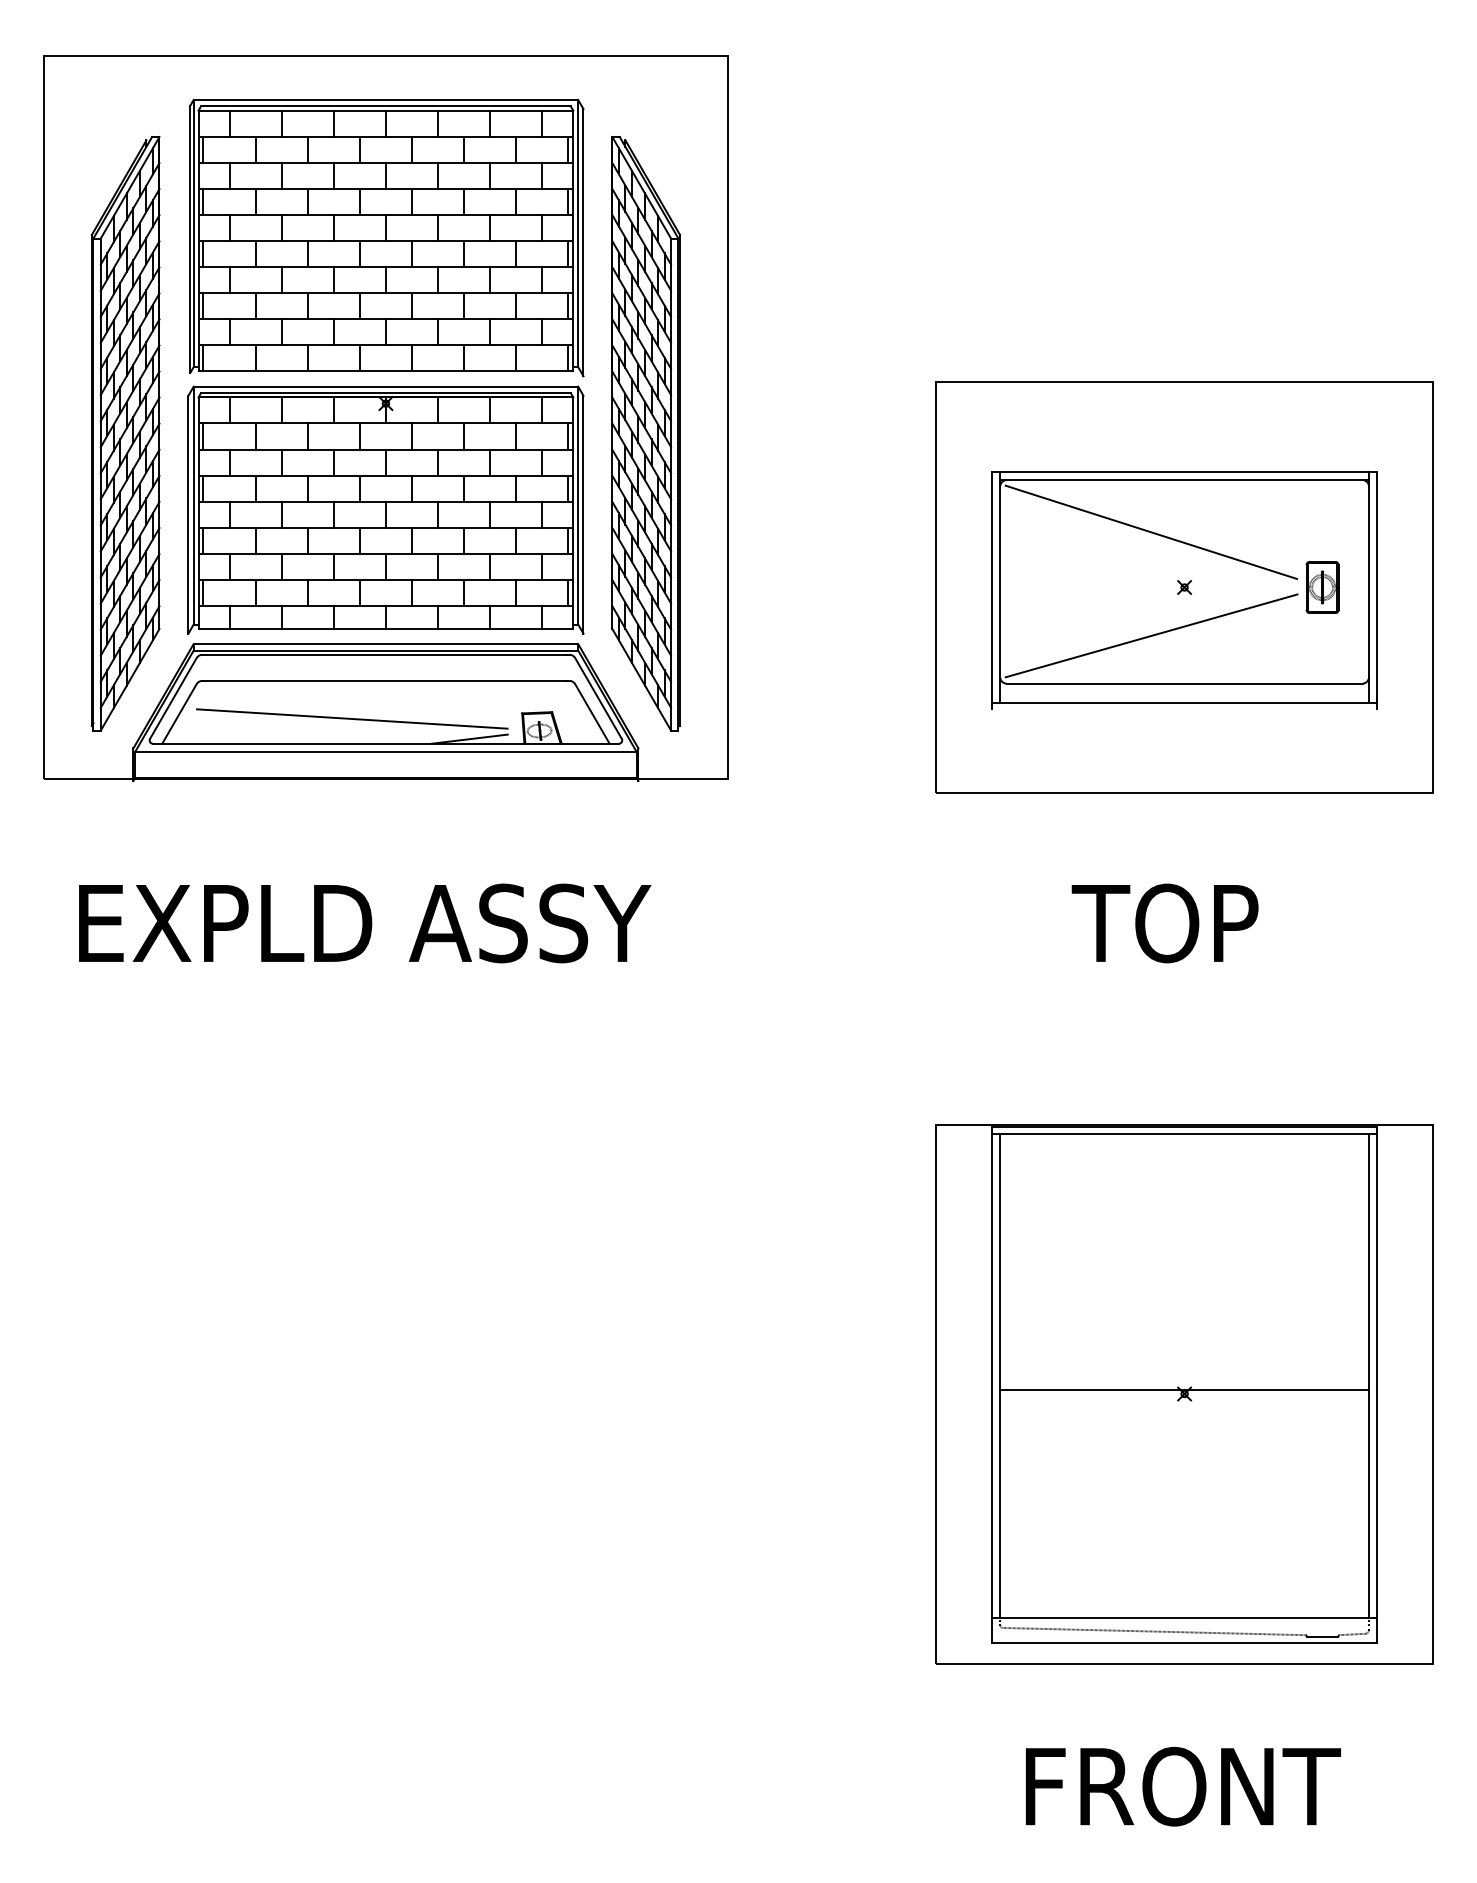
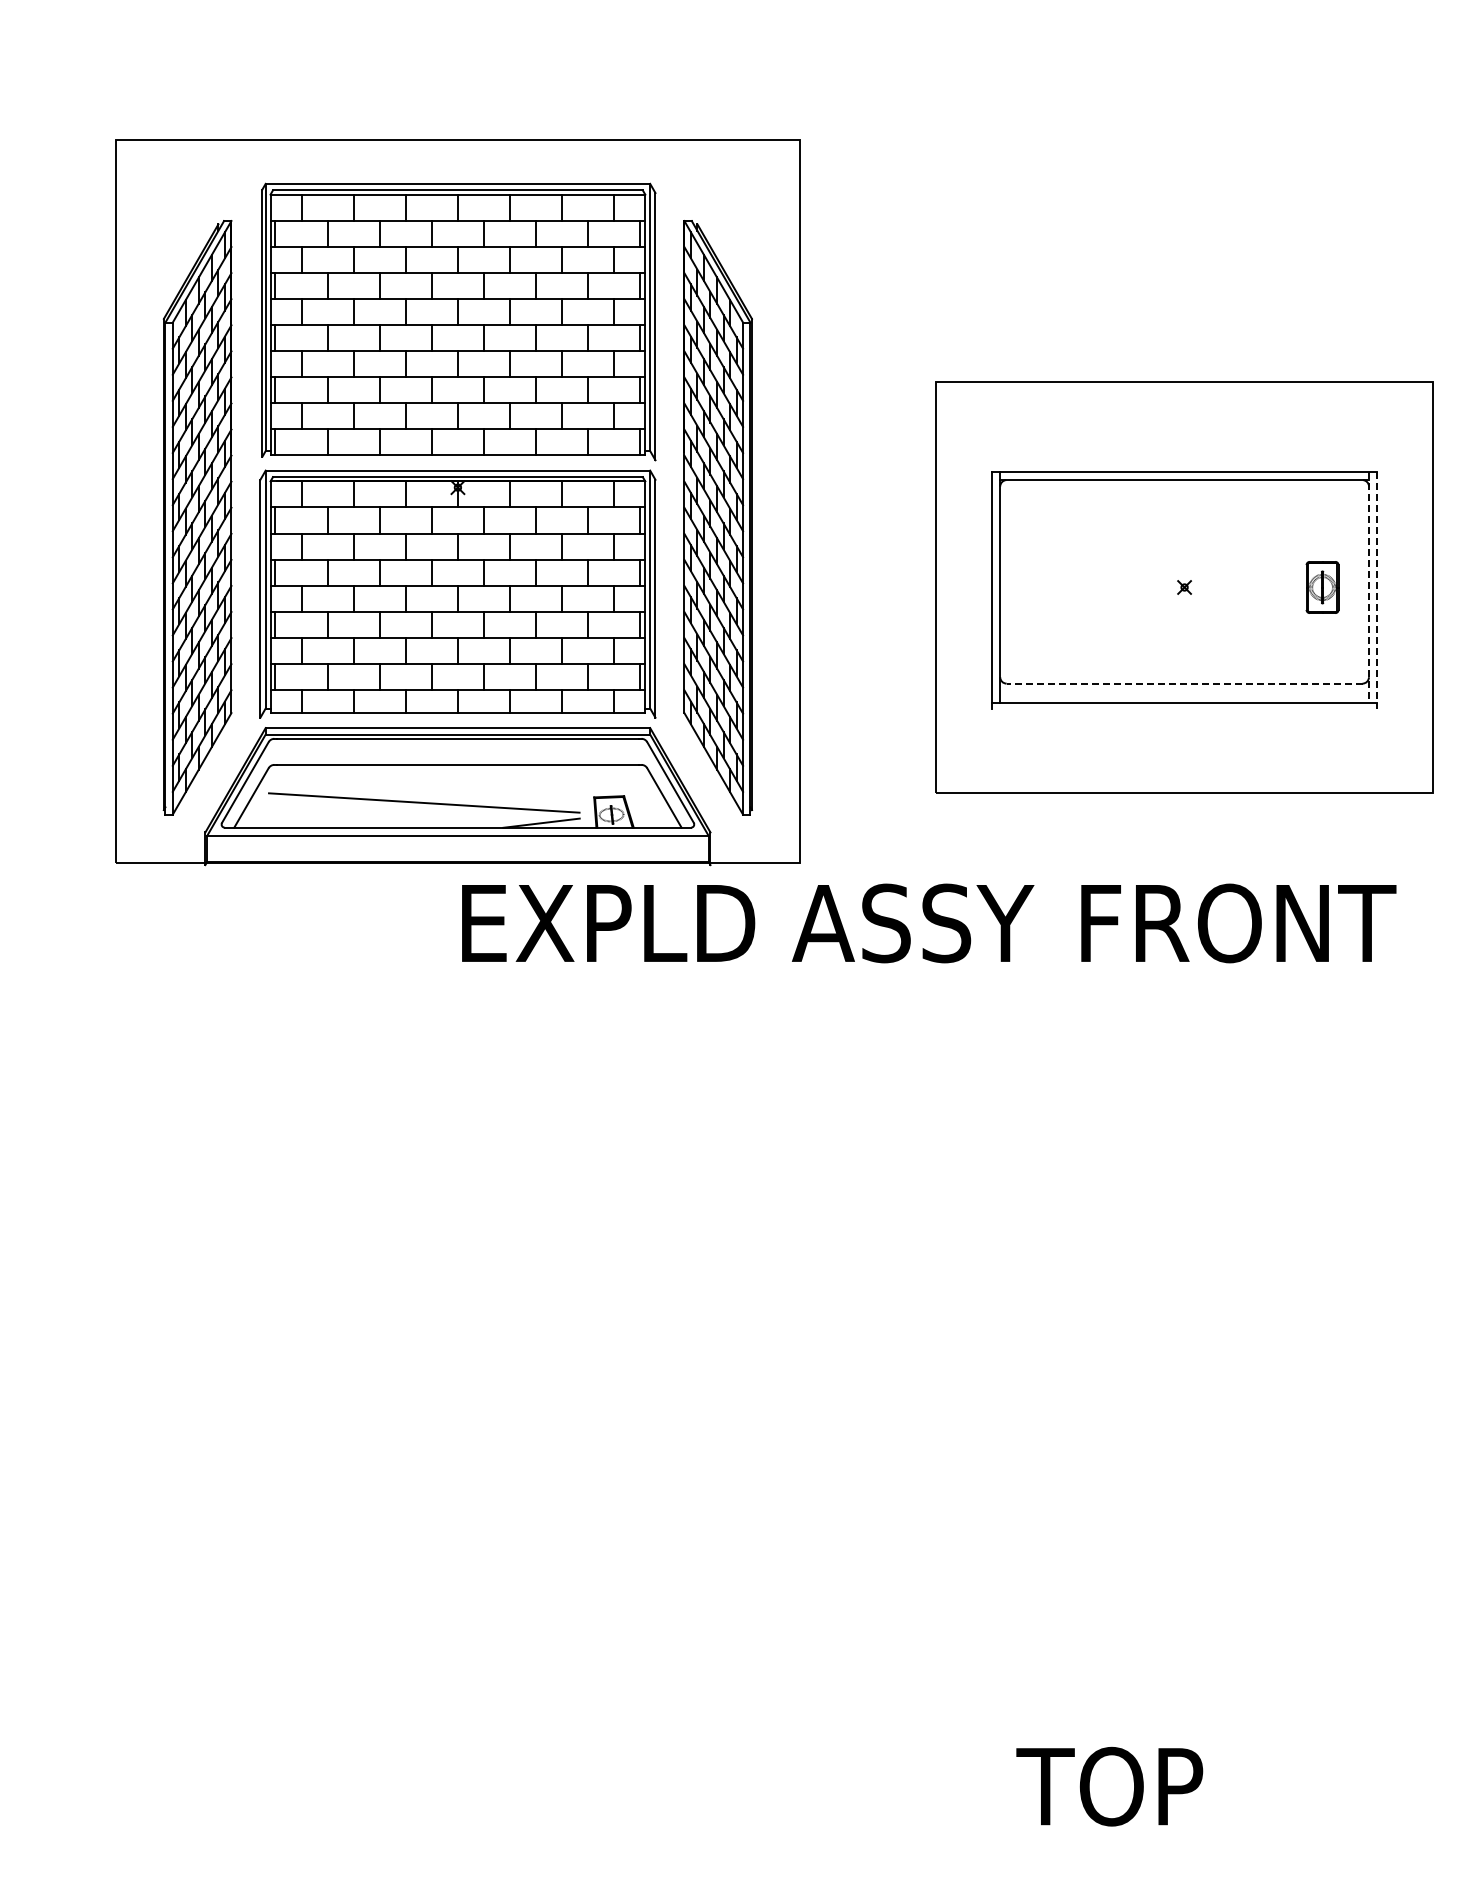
part at (385, 418) position: (385, 418) -> (457, 502)
line at (1151, 531): present -> none
line at (1369, 588): solid -> dashed
line at (1377, 590): solid -> dashed
line at (1151, 635): present -> none
line at (1184, 683): solid -> dashed
text at (365, 923) position: (365, 923) -> (748, 923)
text at (1233, 923): TOP -> FRONT
part at (1184, 1394): present -> none
text at (1178, 1786): FRONT -> TOP
